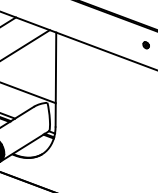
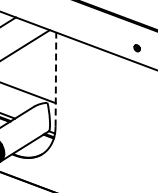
part at (145, 45) position: (145, 45) -> (136, 48)
line at (55, 79): solid -> dashed
